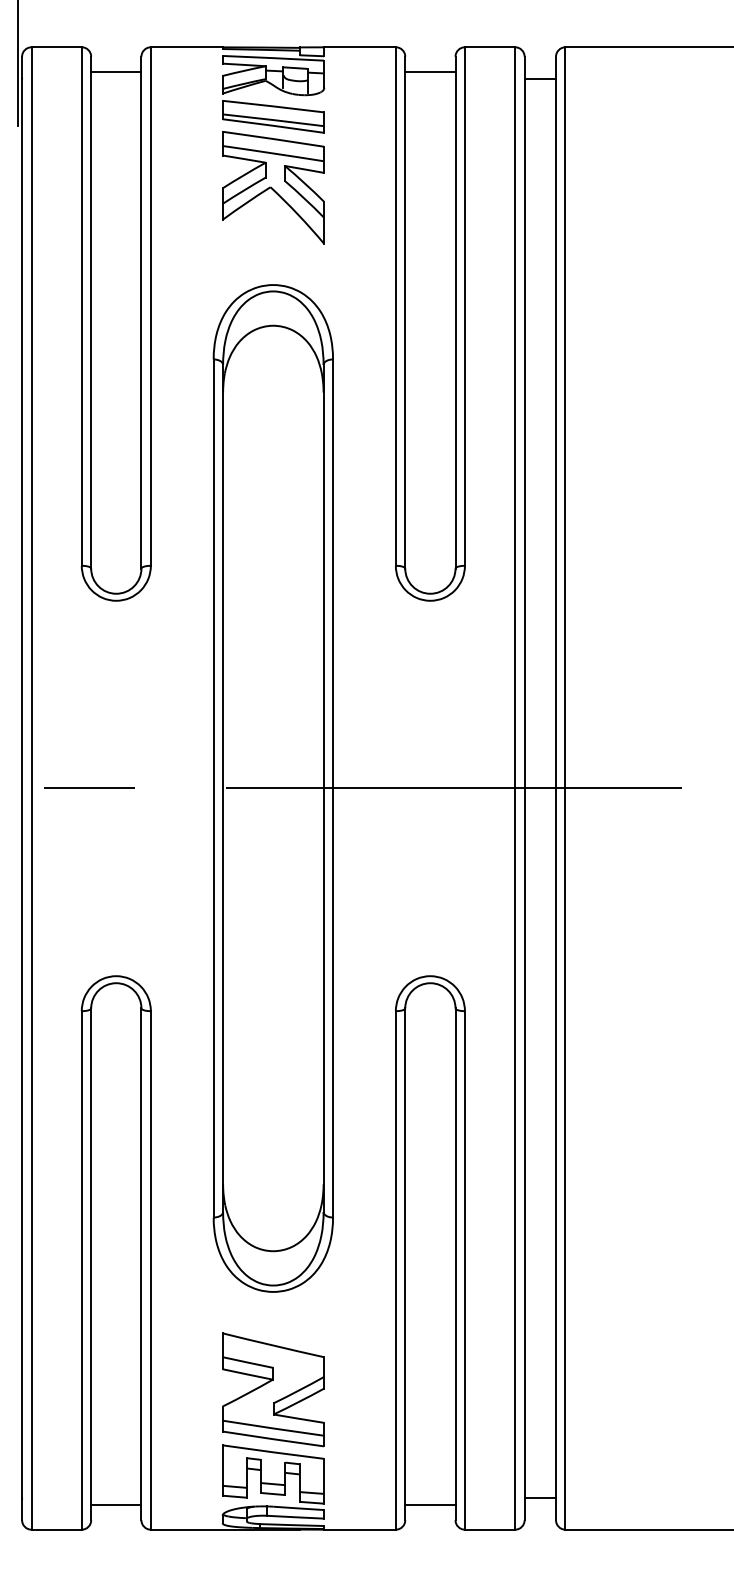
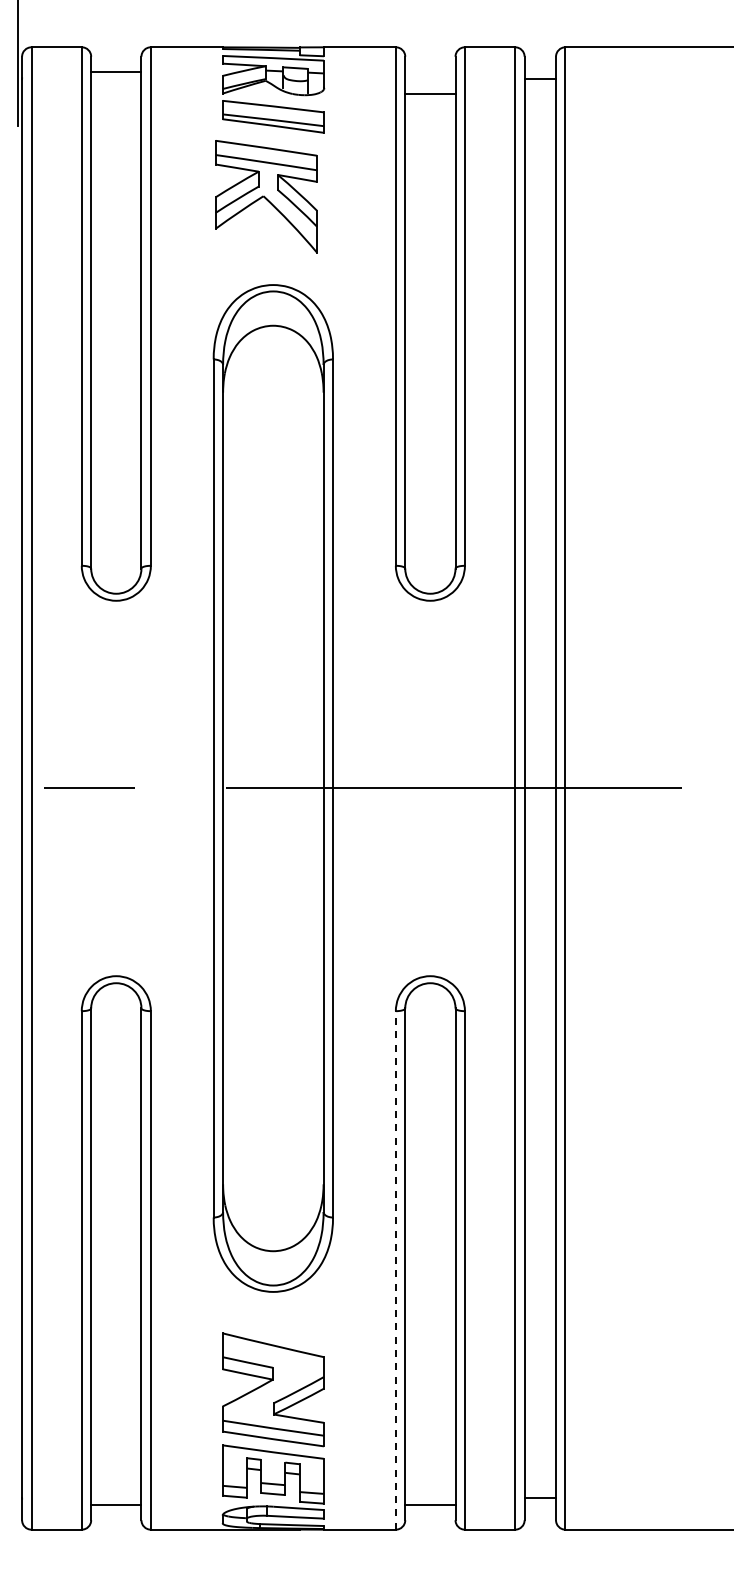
line at (430, 72) position: (430, 72) -> (430, 94)
part at (273, 187) position: (273, 187) -> (266, 196)
line at (395, 1269): solid -> dashed
